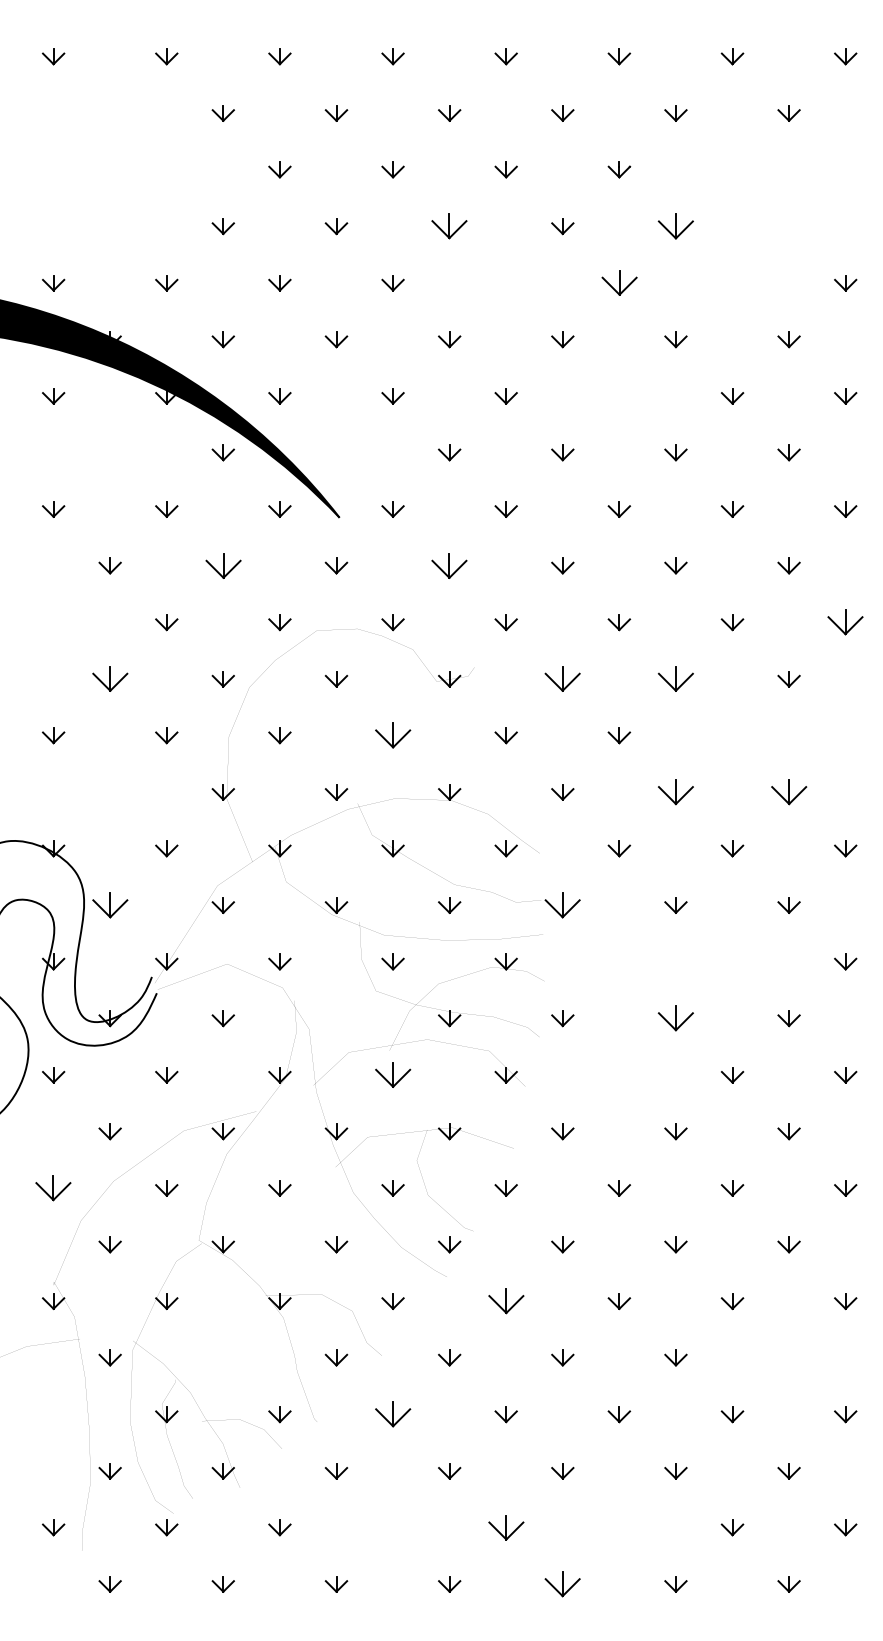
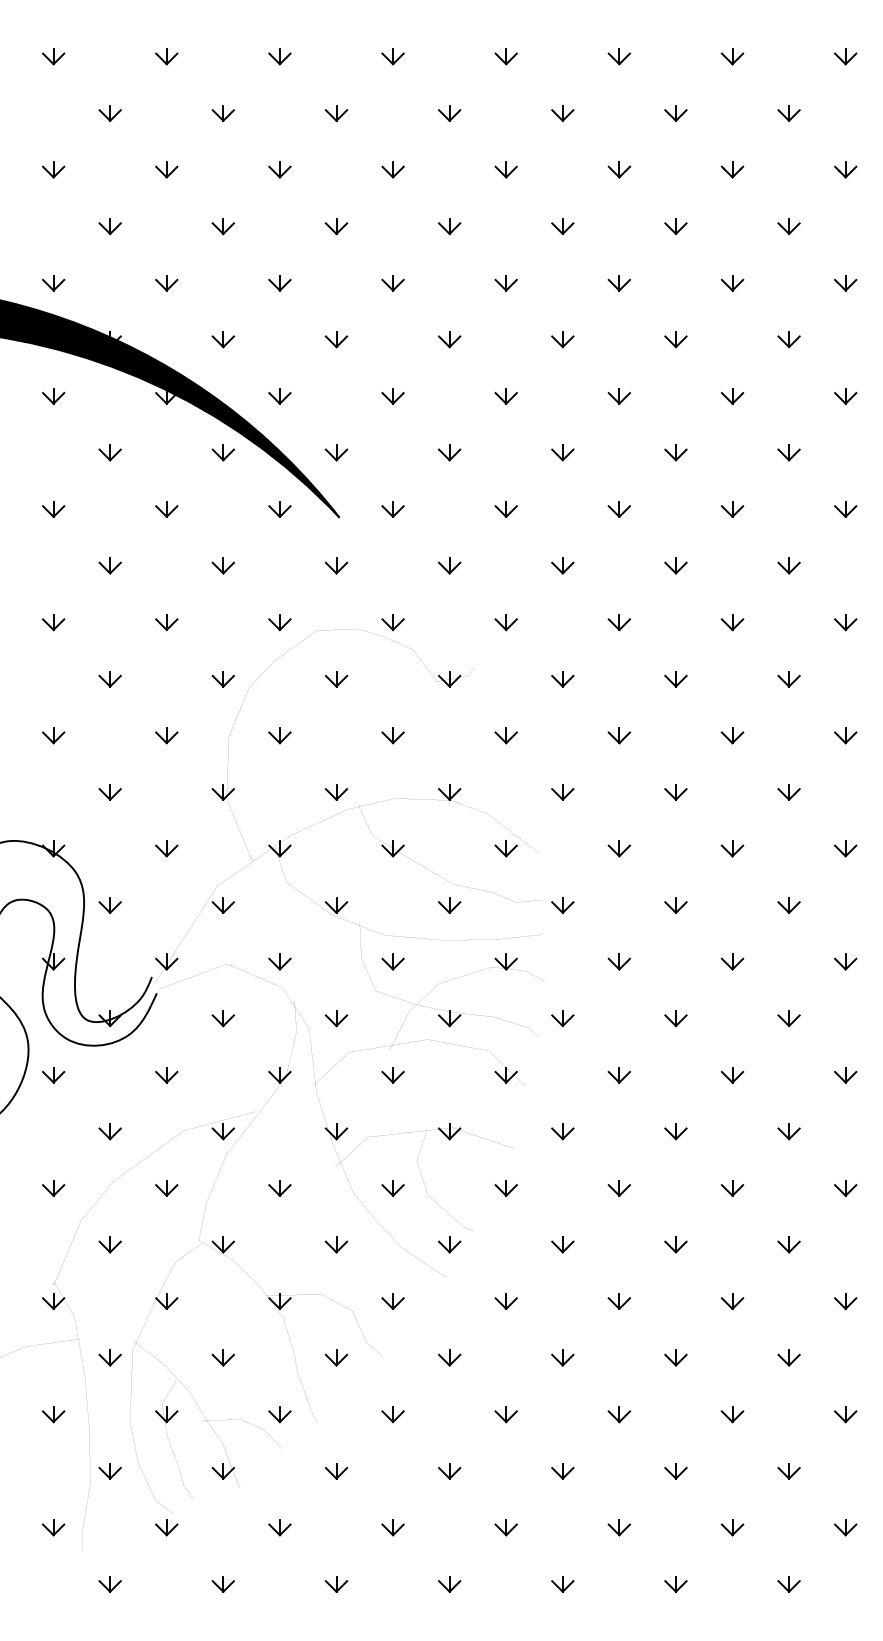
part at (109, 113): none -> present
part at (53, 169): none -> present
part at (166, 169): none -> present
part at (732, 169): none -> present
part at (845, 169): none -> present
part at (109, 226): none -> present
part at (449, 226) size: 37x27 px -> 24x18 px
part at (675, 226) size: 37x27 px -> 24x17 px
part at (788, 226): none -> present
part at (619, 282) size: 37x26 px -> 24x17 px
part at (505, 283): none -> present
part at (732, 283): none -> present
part at (618, 396): none -> present
part at (109, 452): none -> present
part at (336, 452): none -> present
part at (223, 565) size: 37x26 px -> 24x18 px
part at (449, 565) size: 37x26 px -> 24x18 px
part at (53, 622): none -> present
part at (845, 622) size: 37x27 px -> 24x18 px
part at (110, 678) size: 37x26 px -> 24x17 px
part at (562, 678) size: 37x26 px -> 24x17 px
part at (675, 678) size: 37x26 px -> 24x17 px
part at (393, 735) size: 37x27 px -> 24x18 px
part at (732, 735): none -> present
part at (845, 735): none -> present
part at (109, 792): none -> present
part at (675, 792) size: 36x27 px -> 24x17 px
part at (789, 792) size: 37x27 px -> 24x17 px
part at (110, 905) size: 37x27 px -> 24x17 px
part at (562, 905) size: 37x27 px -> 24x17 px
part at (618, 961): none -> present
part at (732, 961): none -> present
part at (336, 1018): none -> present
part at (675, 1018) size: 37x27 px -> 24x18 px
part at (393, 1074) size: 37x26 px -> 24x17 px
part at (618, 1075): none -> present
part at (53, 1188) size: 37x27 px -> 24x17 px
part at (506, 1301) size: 37x27 px -> 24x18 px
part at (222, 1357): none -> present
part at (788, 1357): none -> present
part at (53, 1414): none -> present
part at (393, 1414) size: 37x27 px -> 24x18 px
part at (392, 1527): none -> present
part at (506, 1527) size: 37x26 px -> 24x18 px
part at (619, 1527): none -> present
part at (562, 1584) size: 37x27 px -> 24x17 px
